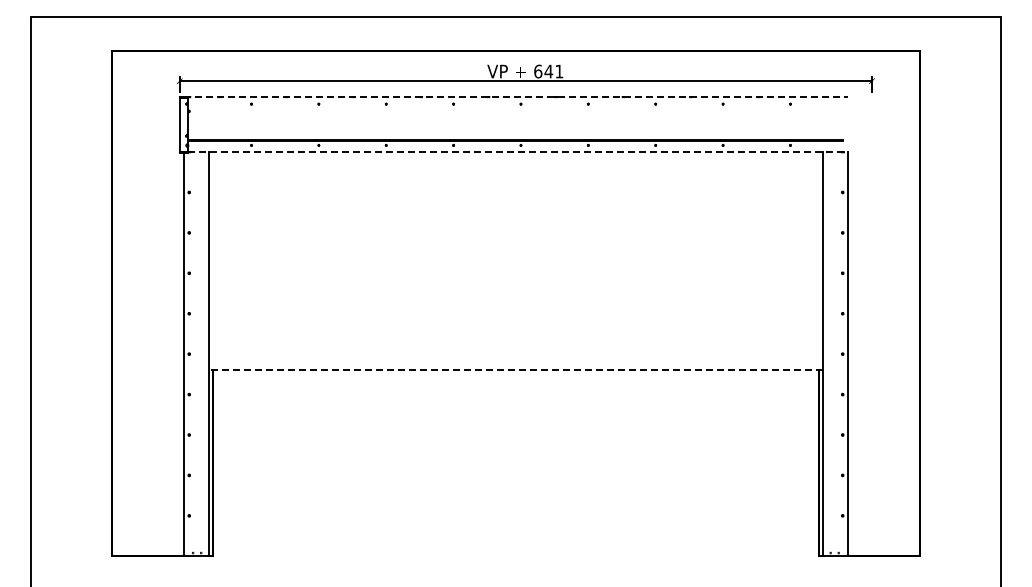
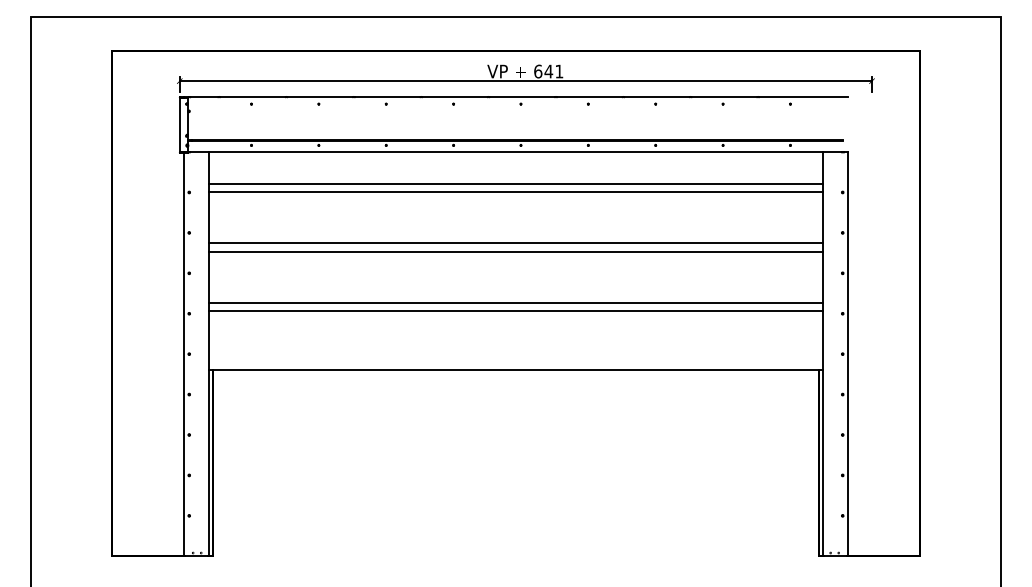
line at (516, 97): dashed -> solid
line at (517, 152): dashed -> solid
line at (515, 184): none -> present
line at (515, 192): none -> present
line at (515, 243): none -> present
line at (515, 251): none -> present
line at (515, 302): none -> present
line at (515, 310): none -> present
line at (515, 370): dashed -> solid
